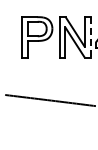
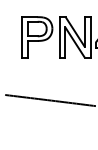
line at (90, 37): dashed -> solid
